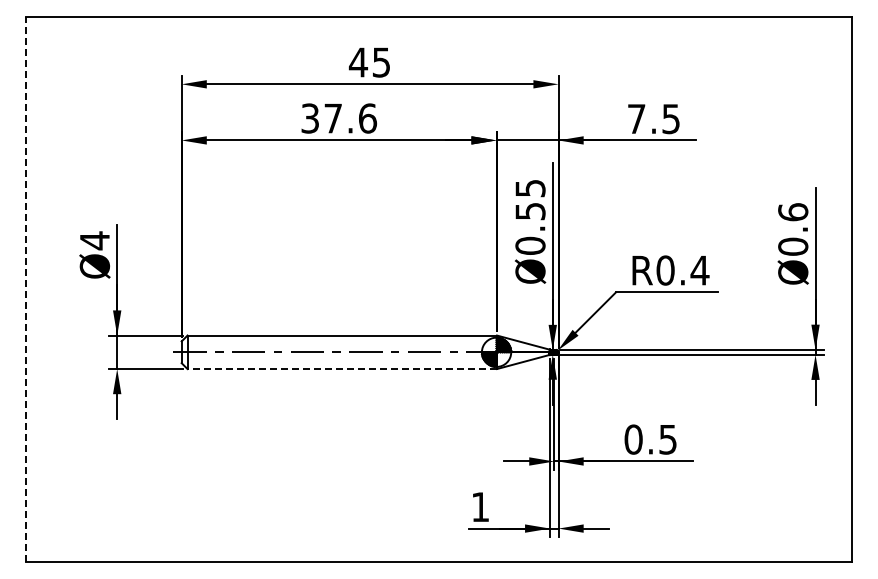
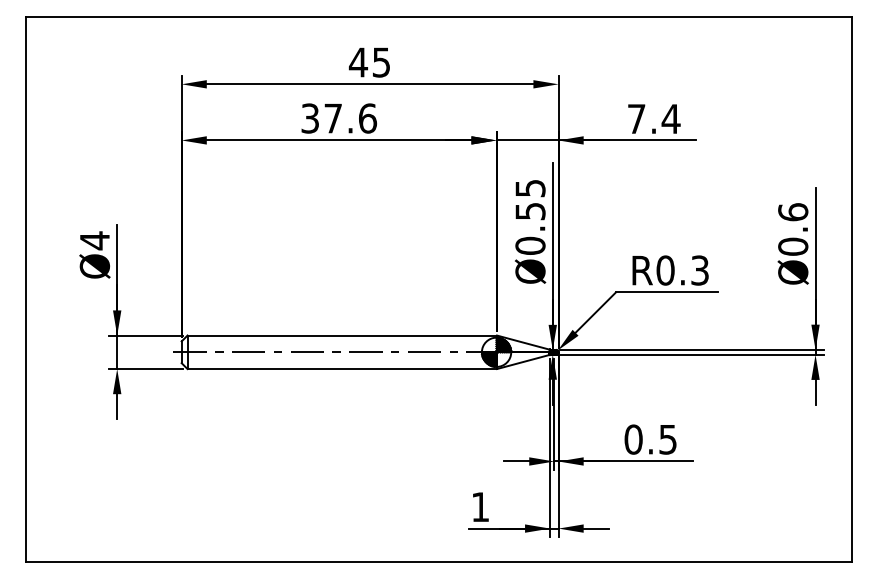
text at (670, 119): 7.5 -> 7.4
text at (699, 270): R0.4 -> R0.3
line at (26, 289): dashed -> solid
line at (342, 369): dashed -> solid
